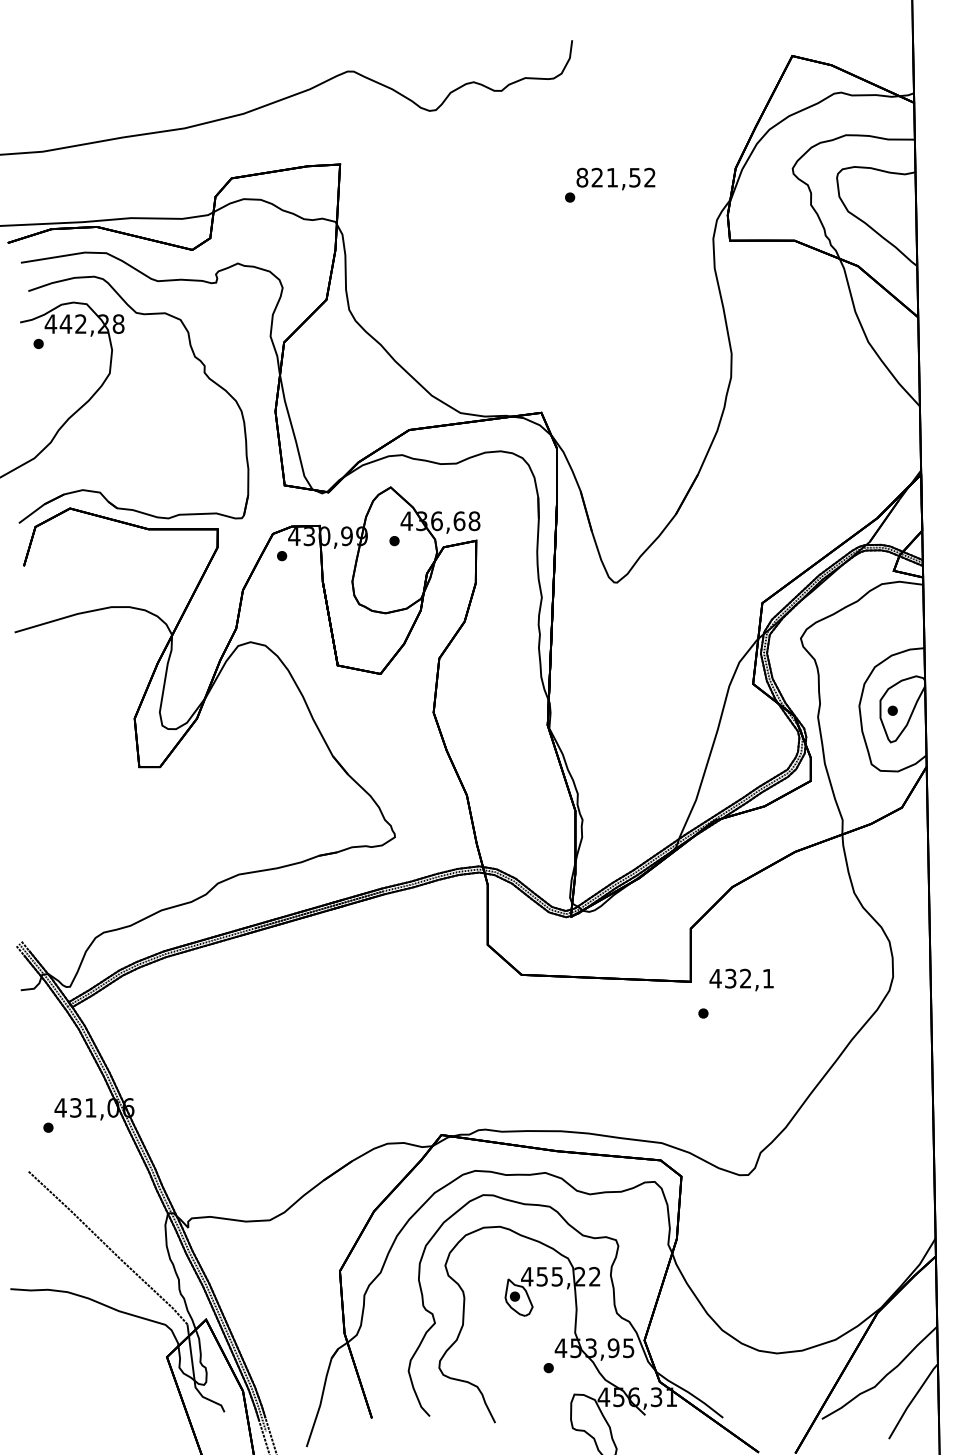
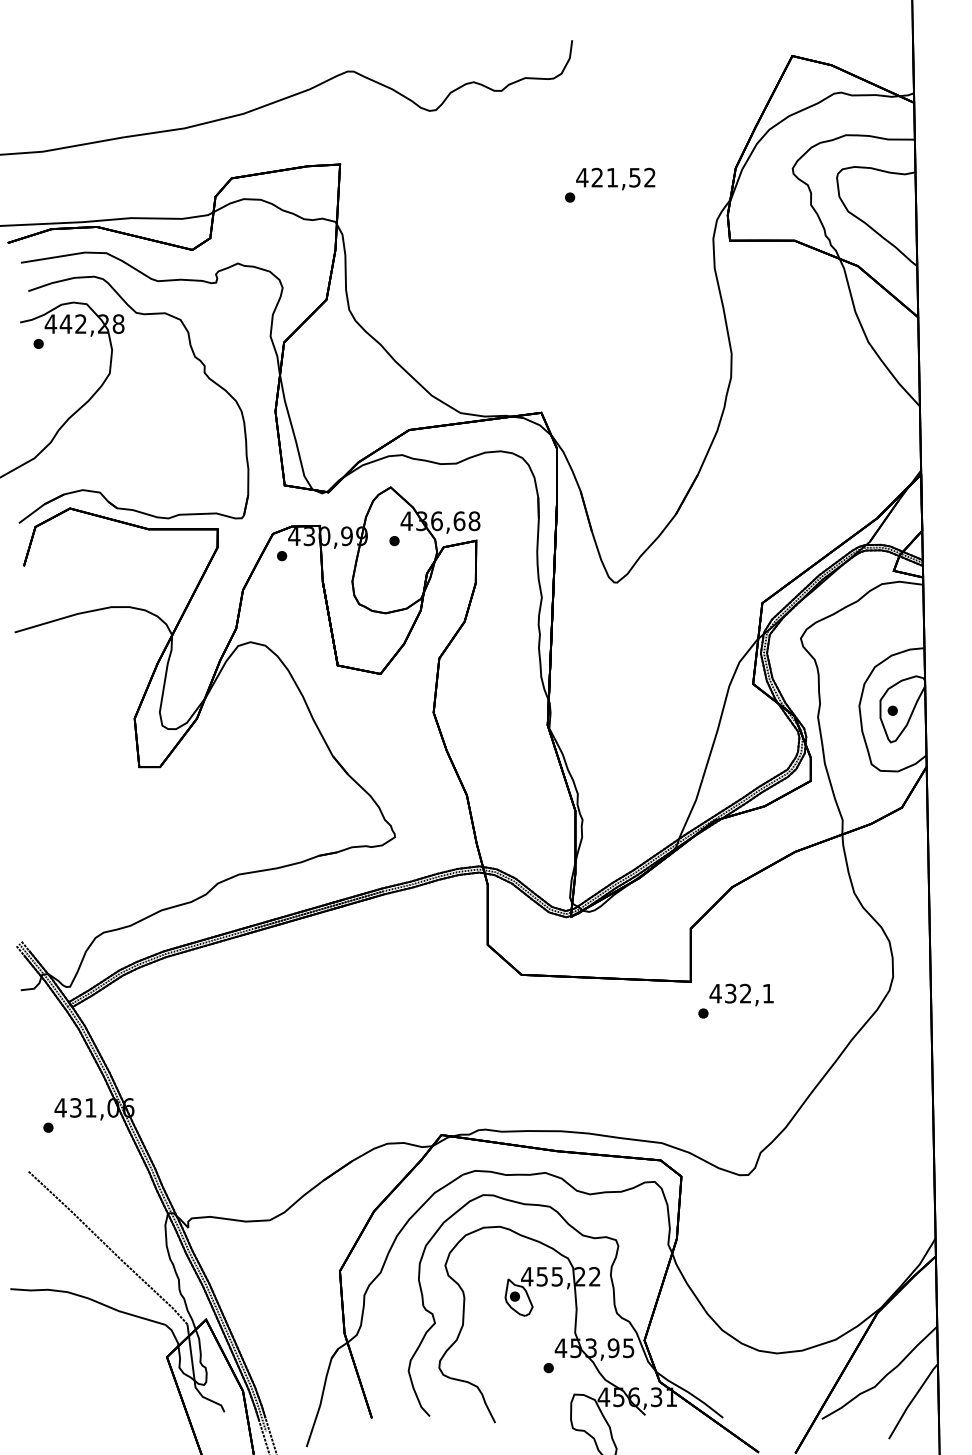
text at (582, 177): 821,52 -> 421,52
text at (741, 979) position: (741, 979) -> (741, 994)
